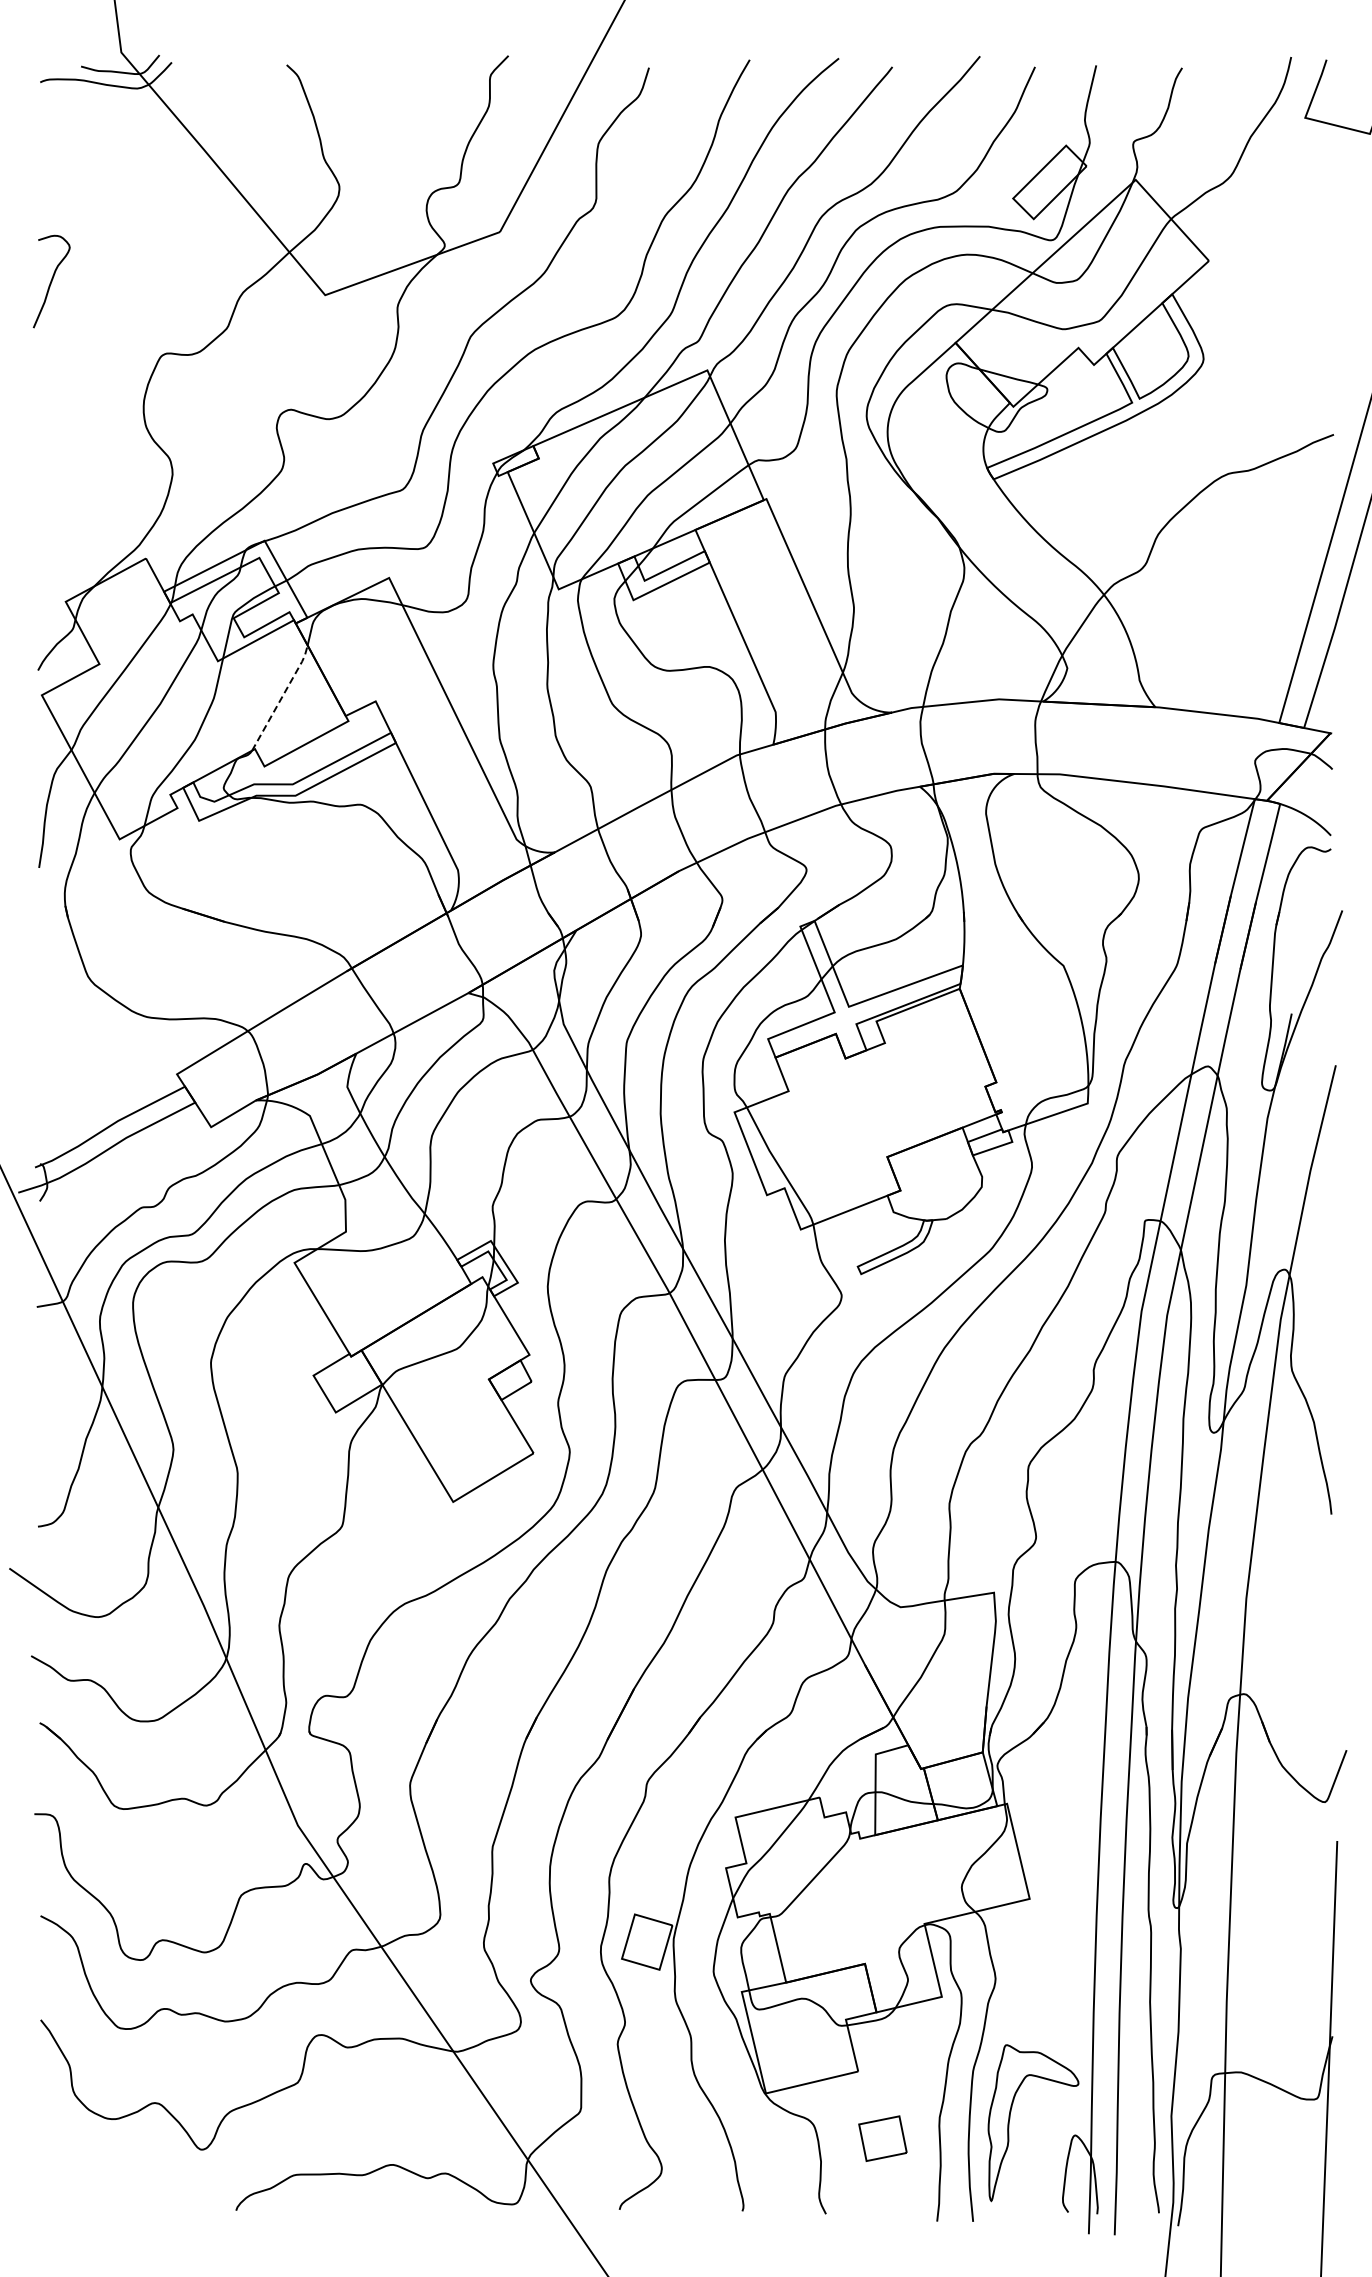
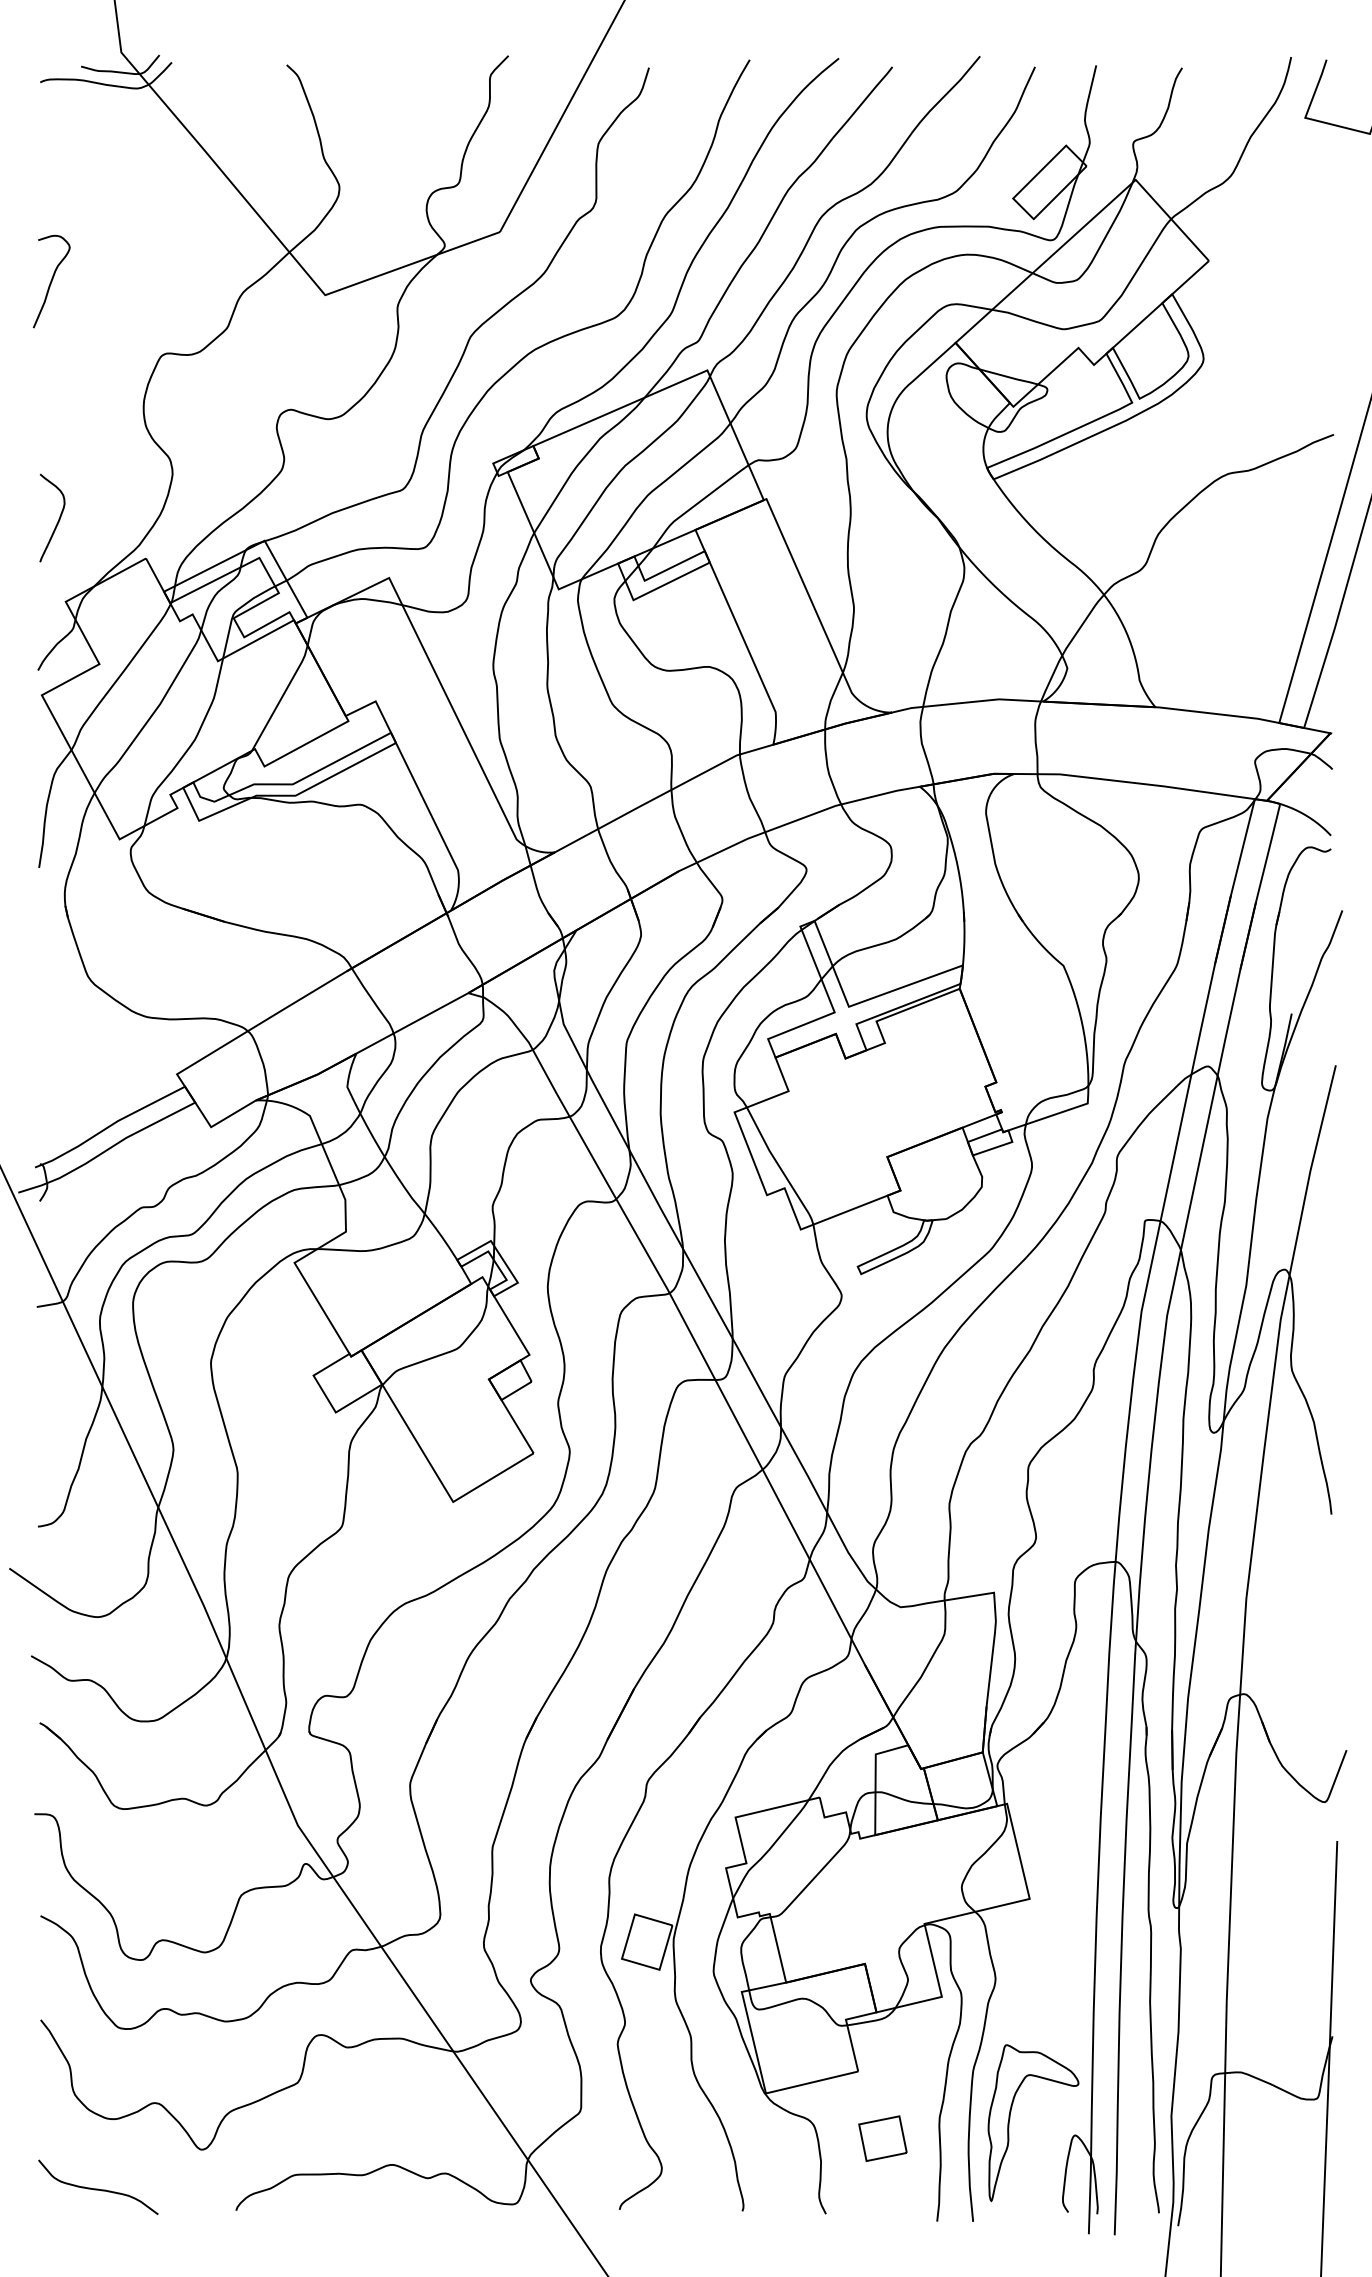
curve at (58, 518): none -> present
line at (282, 697): dashed -> solid
curve at (98, 2188): none -> present
